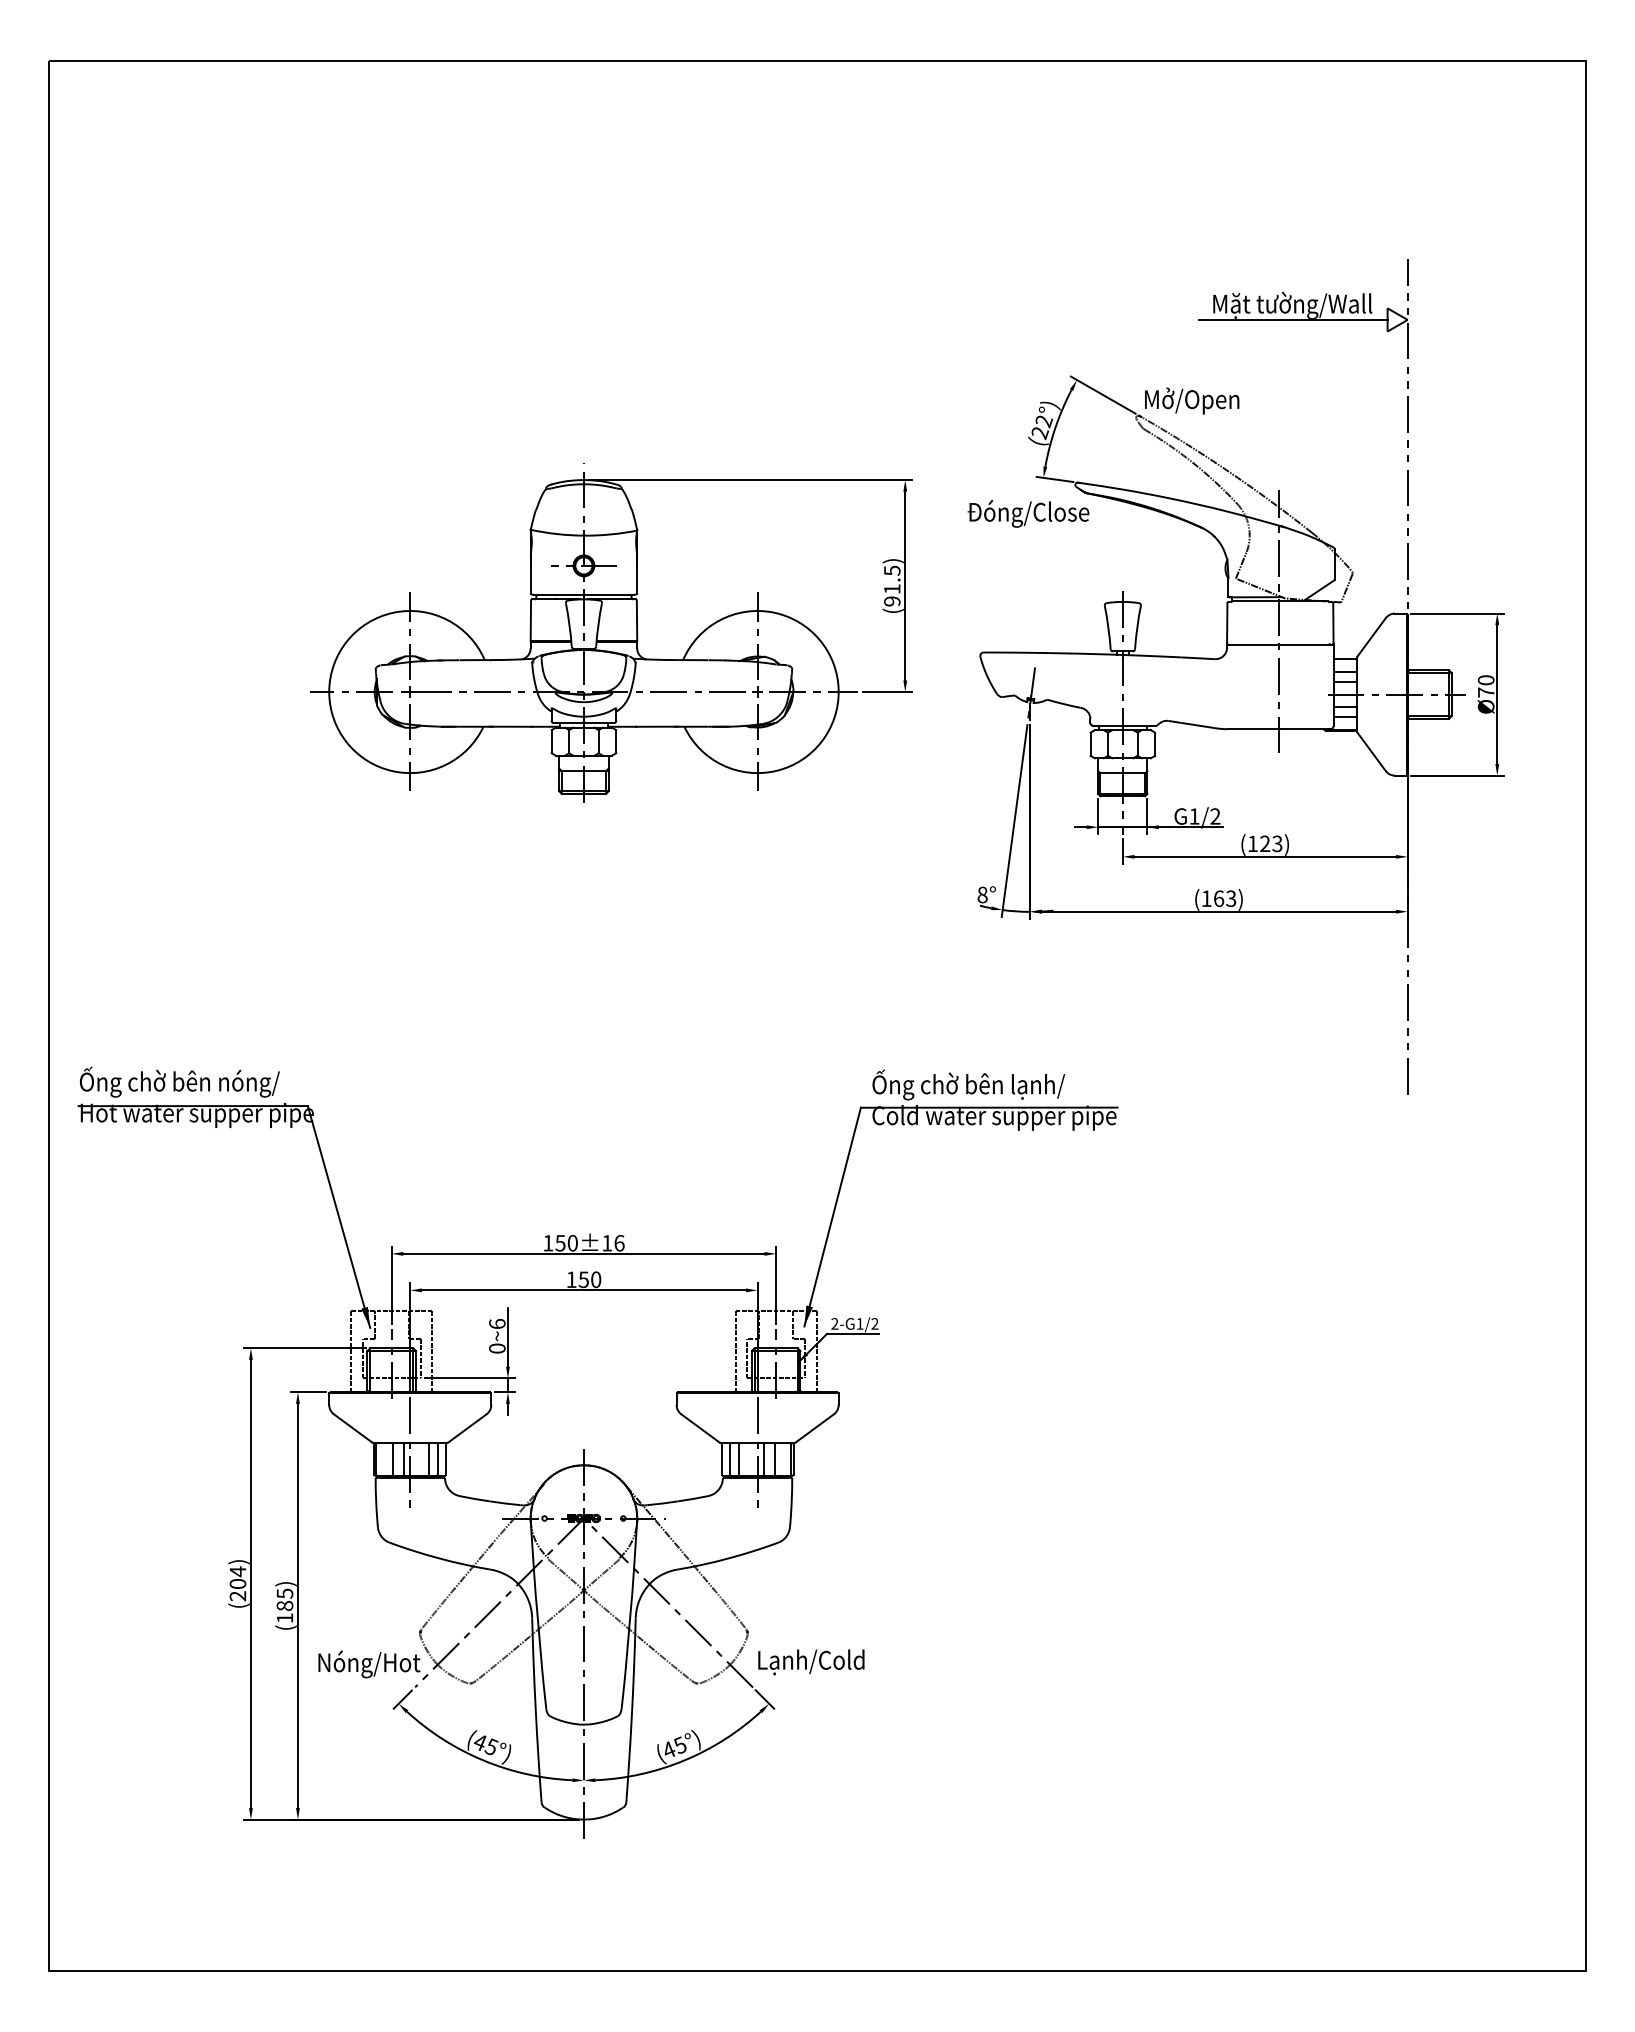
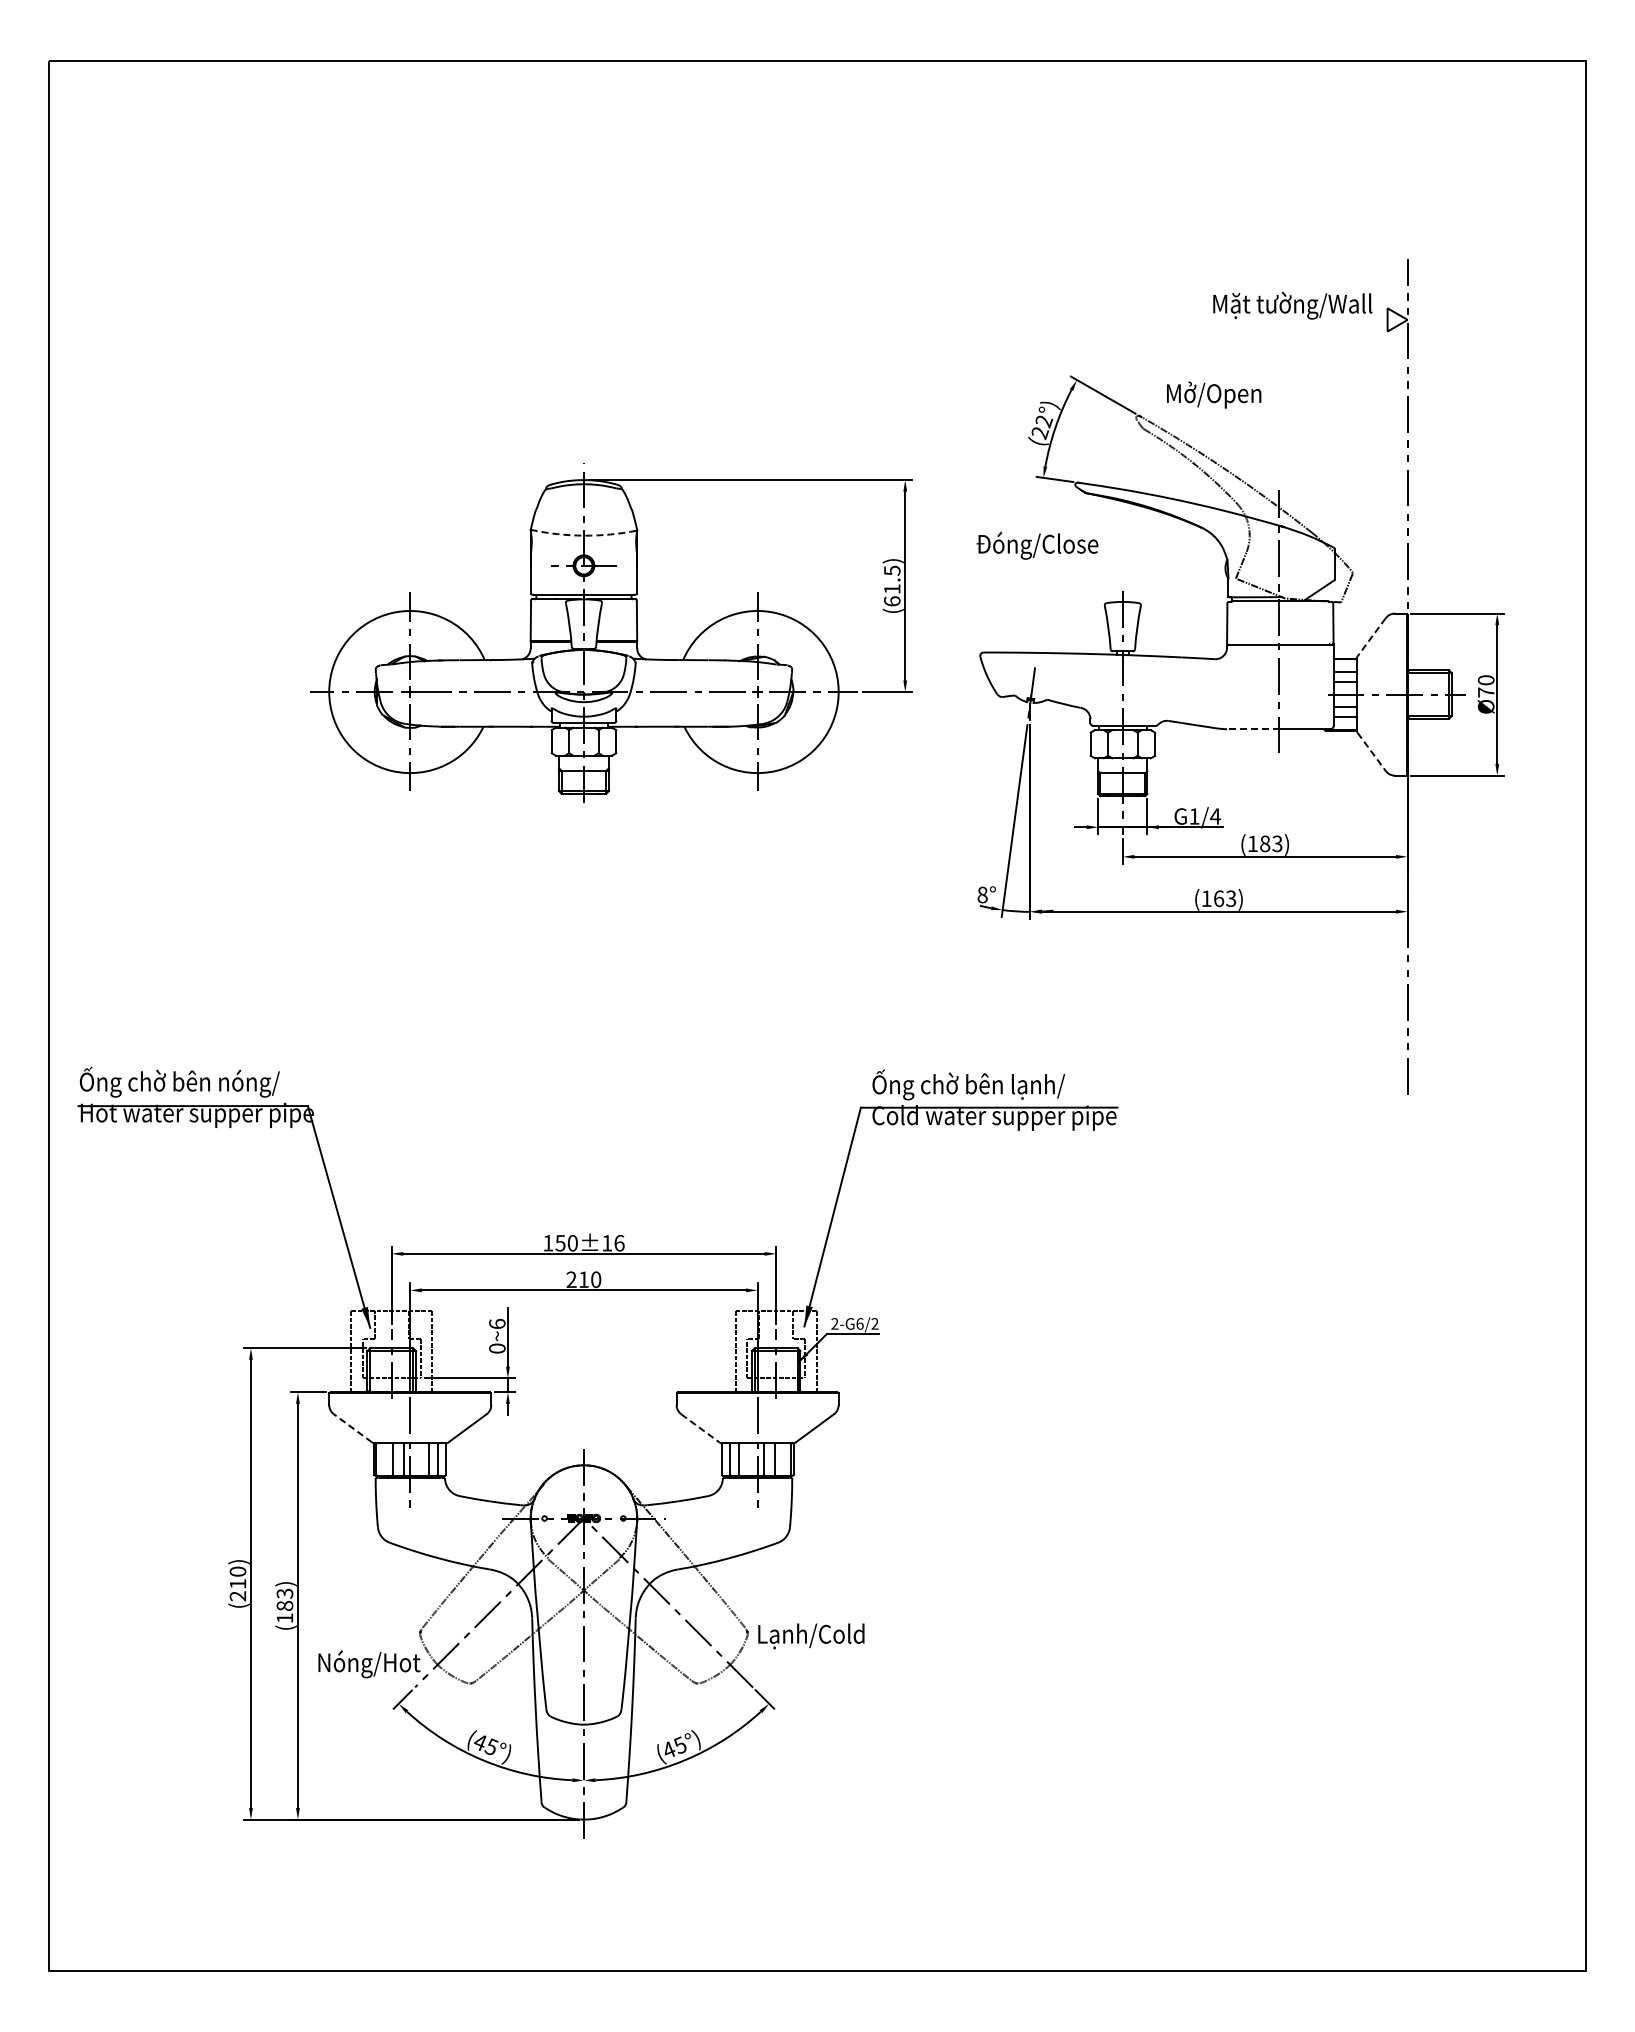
line at (1292, 319): present -> none
text at (1192, 400) position: (1192, 400) -> (1214, 394)
text at (1028, 513) position: (1028, 513) -> (1037, 545)
arc at (583, 535): solid -> dashed
text at (892, 601): (91.5) -> (61.5)
line at (1371, 637): solid -> dashed
line at (1253, 729): solid -> dashed
line at (1371, 751): solid -> dashed
text at (1214, 816): G1/2 -> G1/4
text at (1265, 843): (123) -> (183)
text at (577, 1279): 150 -> 210
text at (859, 1323): 2-G1/2 -> 2-G6/2
line at (352, 1428): solid -> dashed
line at (700, 1428): solid -> dashed
text at (237, 1577): (204) -> (210)
text at (284, 1593): (185) -> (183)
text at (811, 1662) position: (811, 1662) -> (811, 1636)
